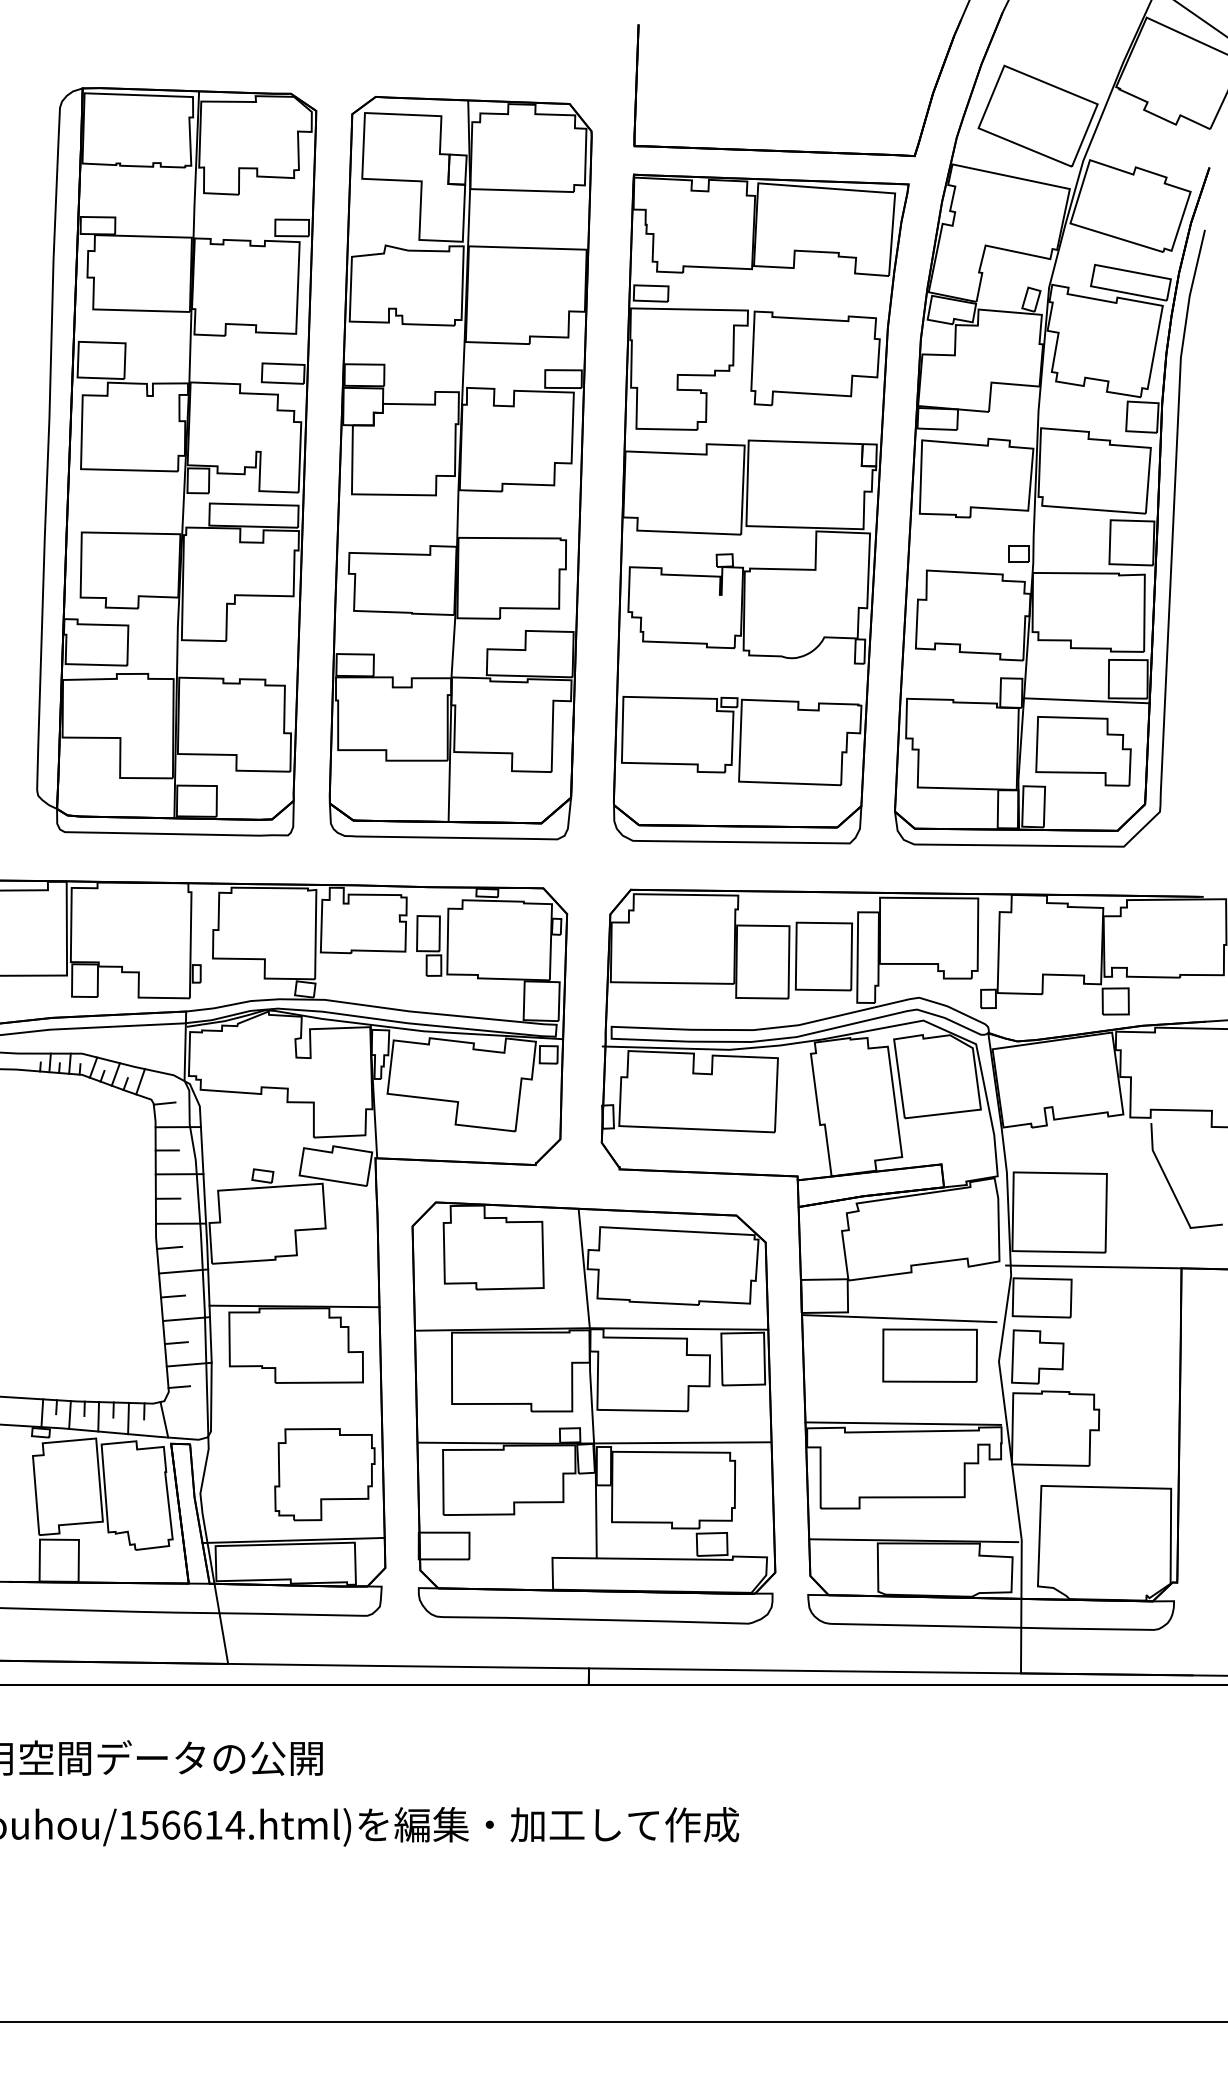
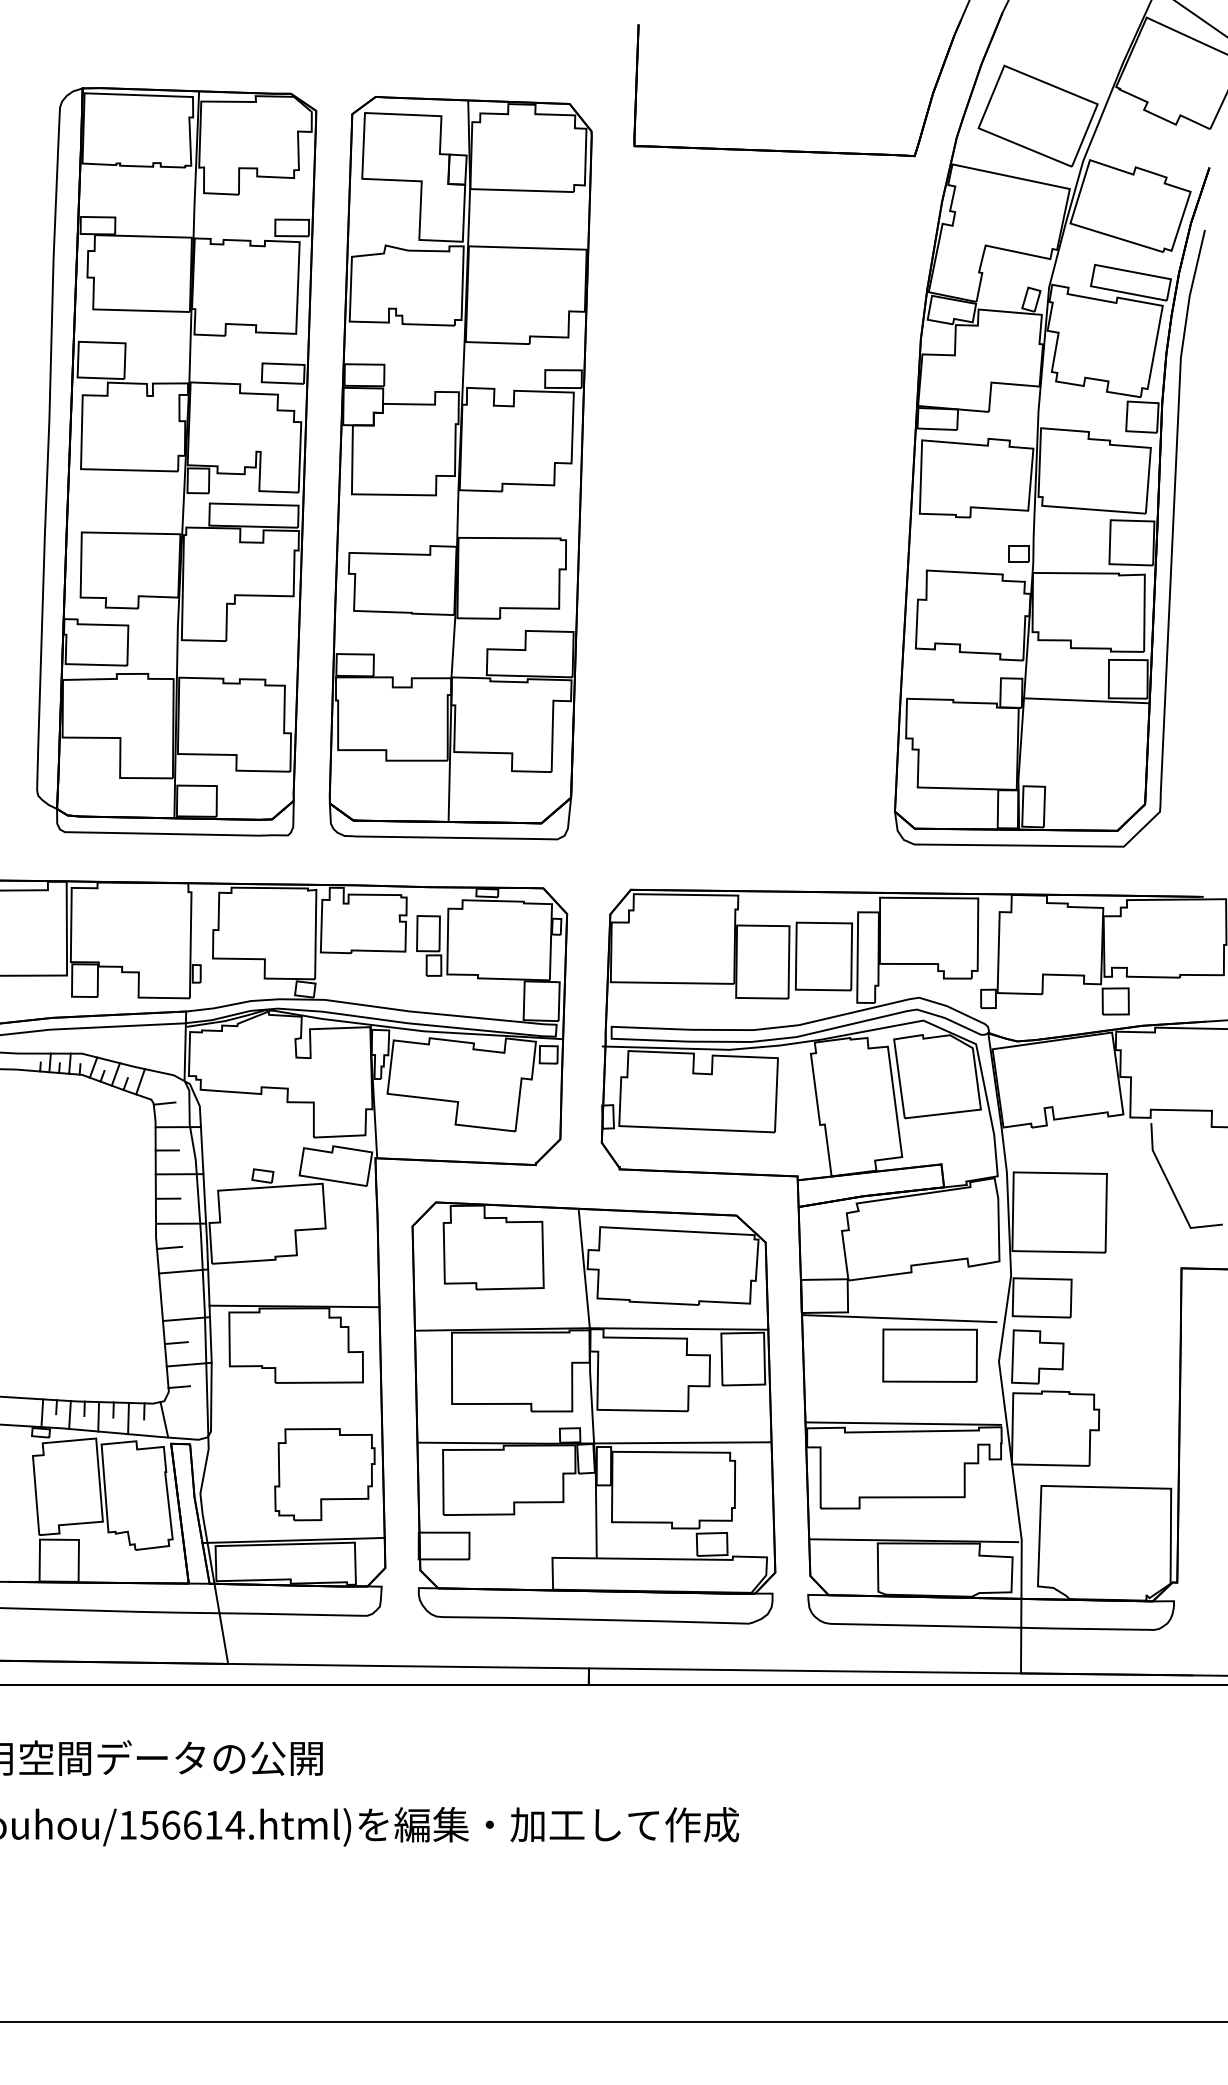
part at (760, 508): present -> none
part at (1083, 751): present -> none
line at (1093, 1266): present -> none
line at (173, 1296): present -> none
